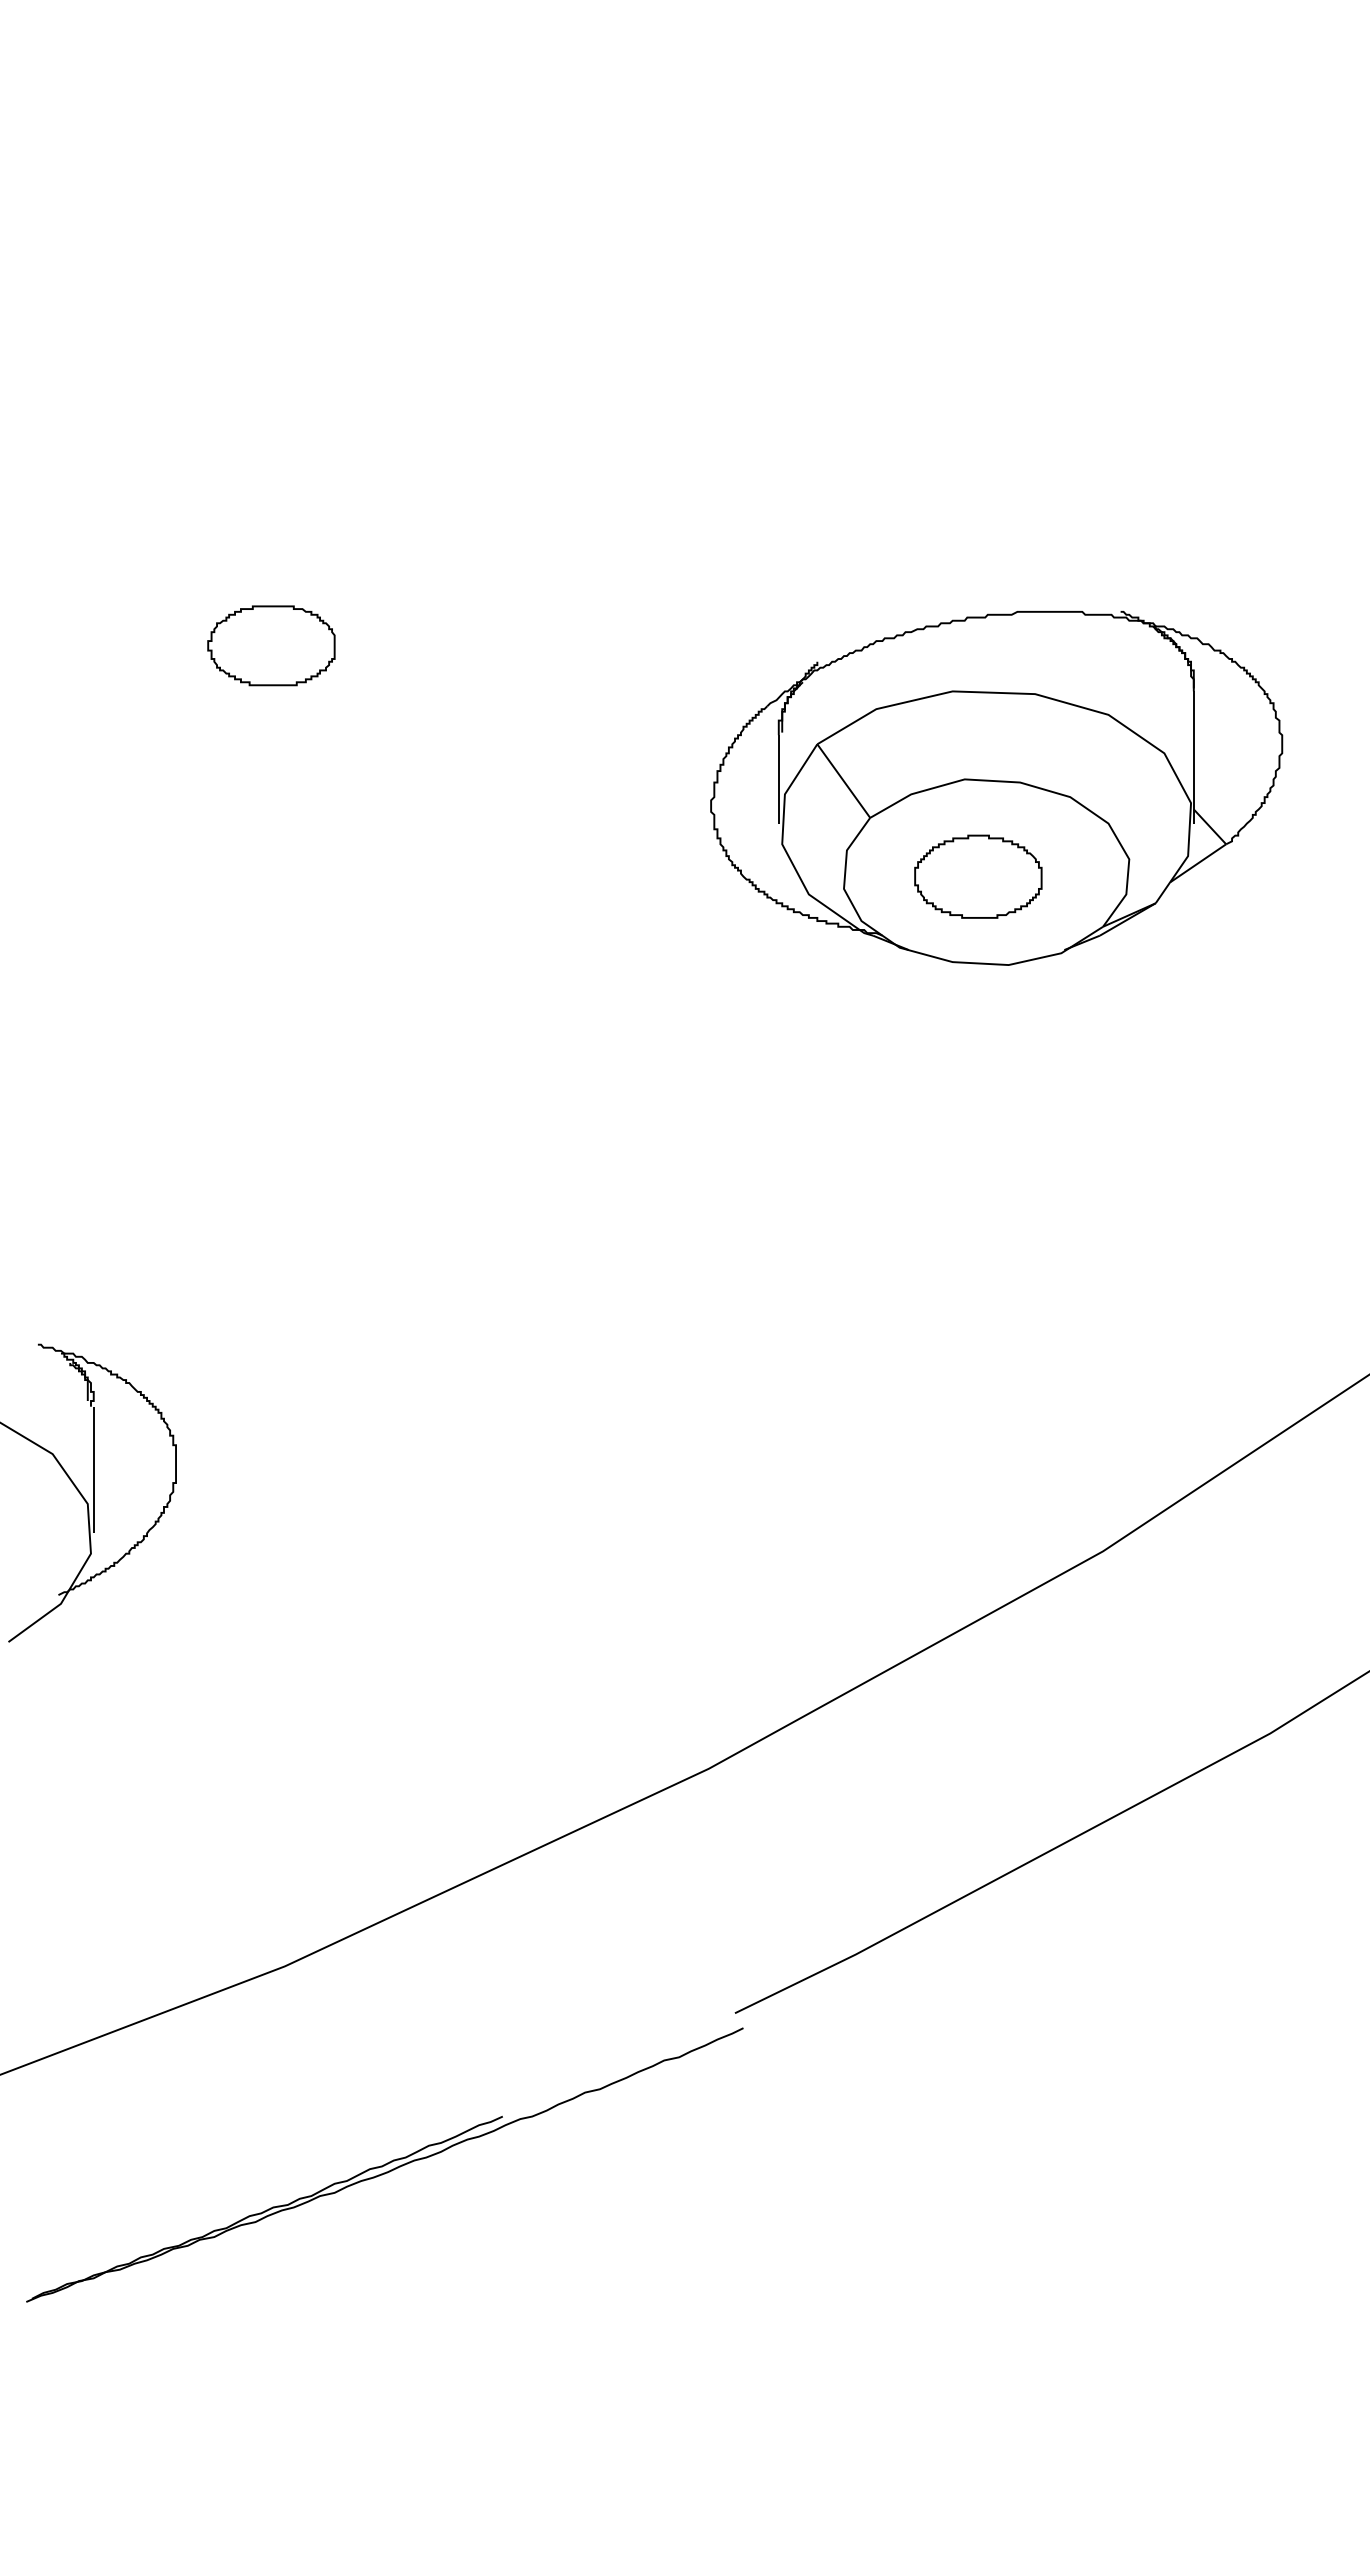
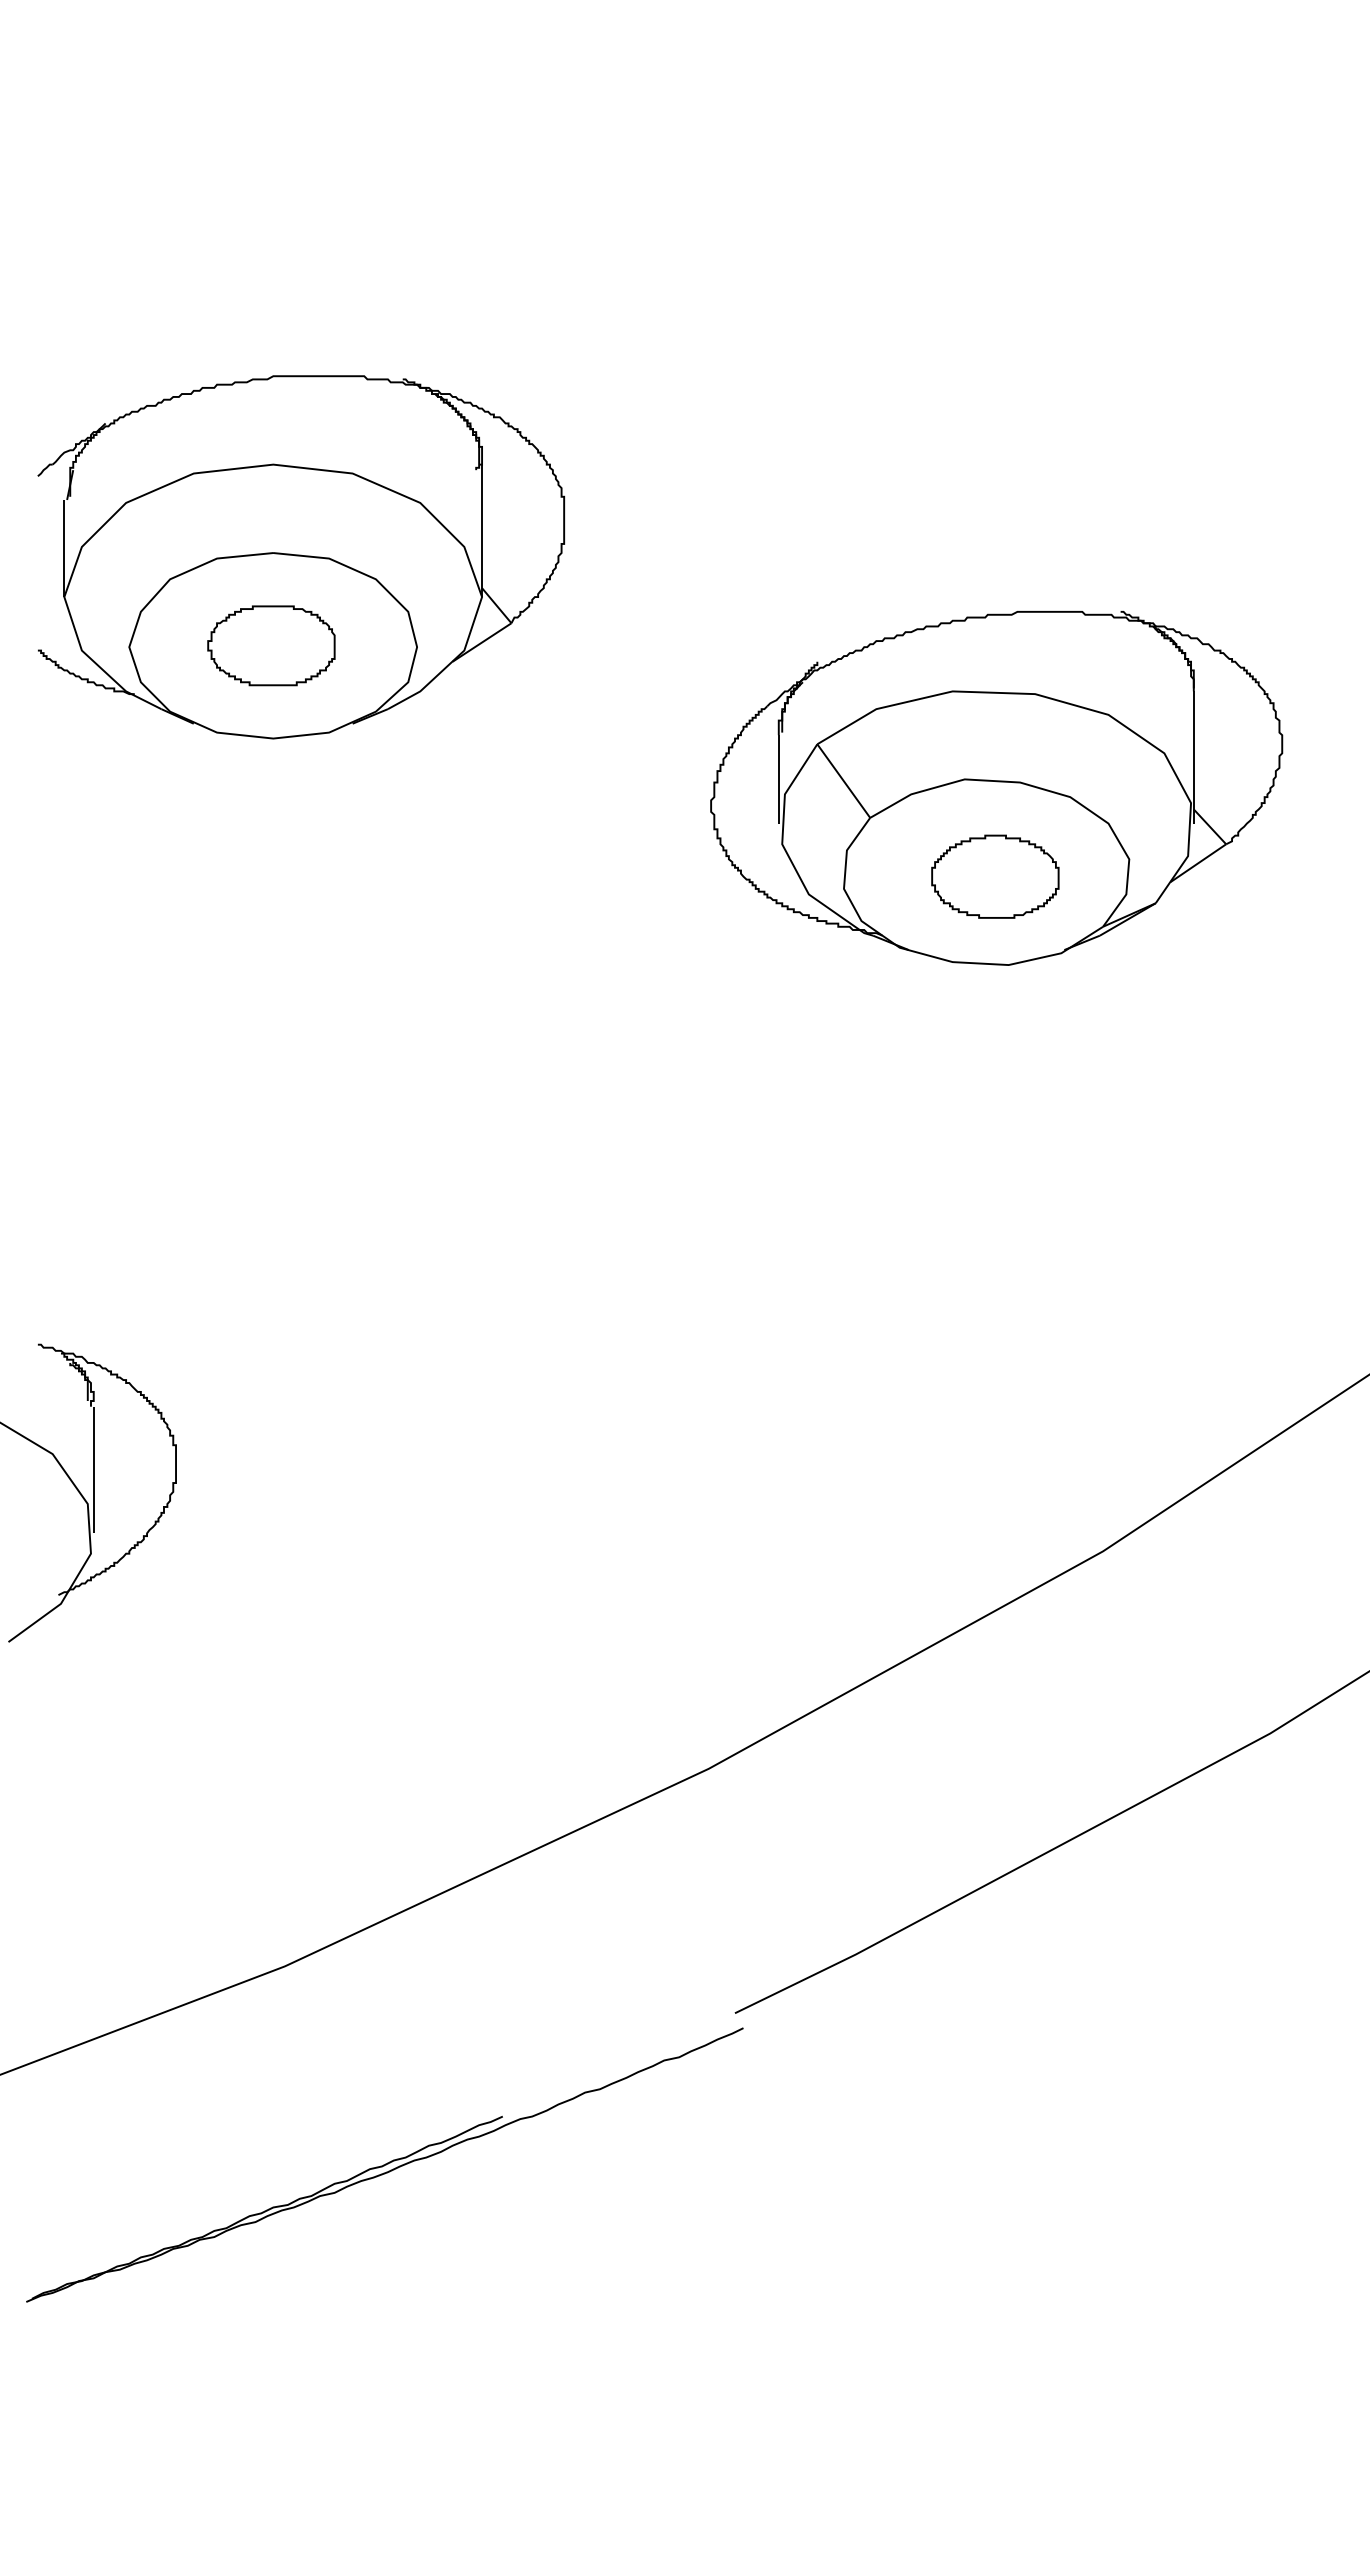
part at (301, 557): none -> present
part at (978, 876) position: (978, 876) -> (995, 876)
